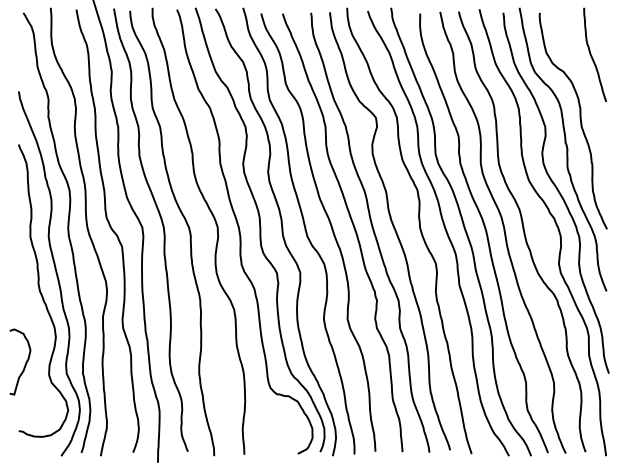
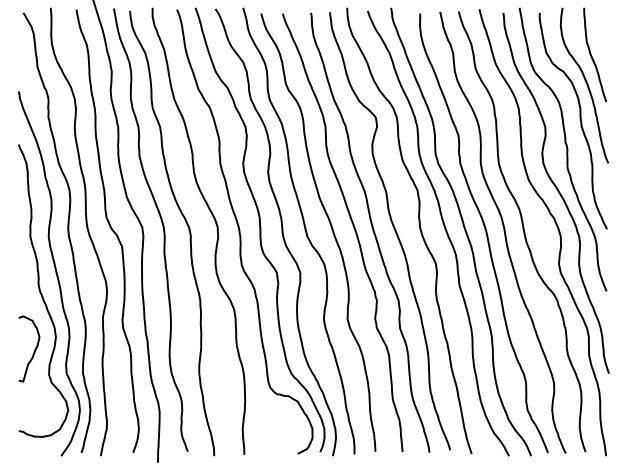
curve at (586, 85): none -> present
curve at (24, 364) position: (24, 364) -> (33, 351)
